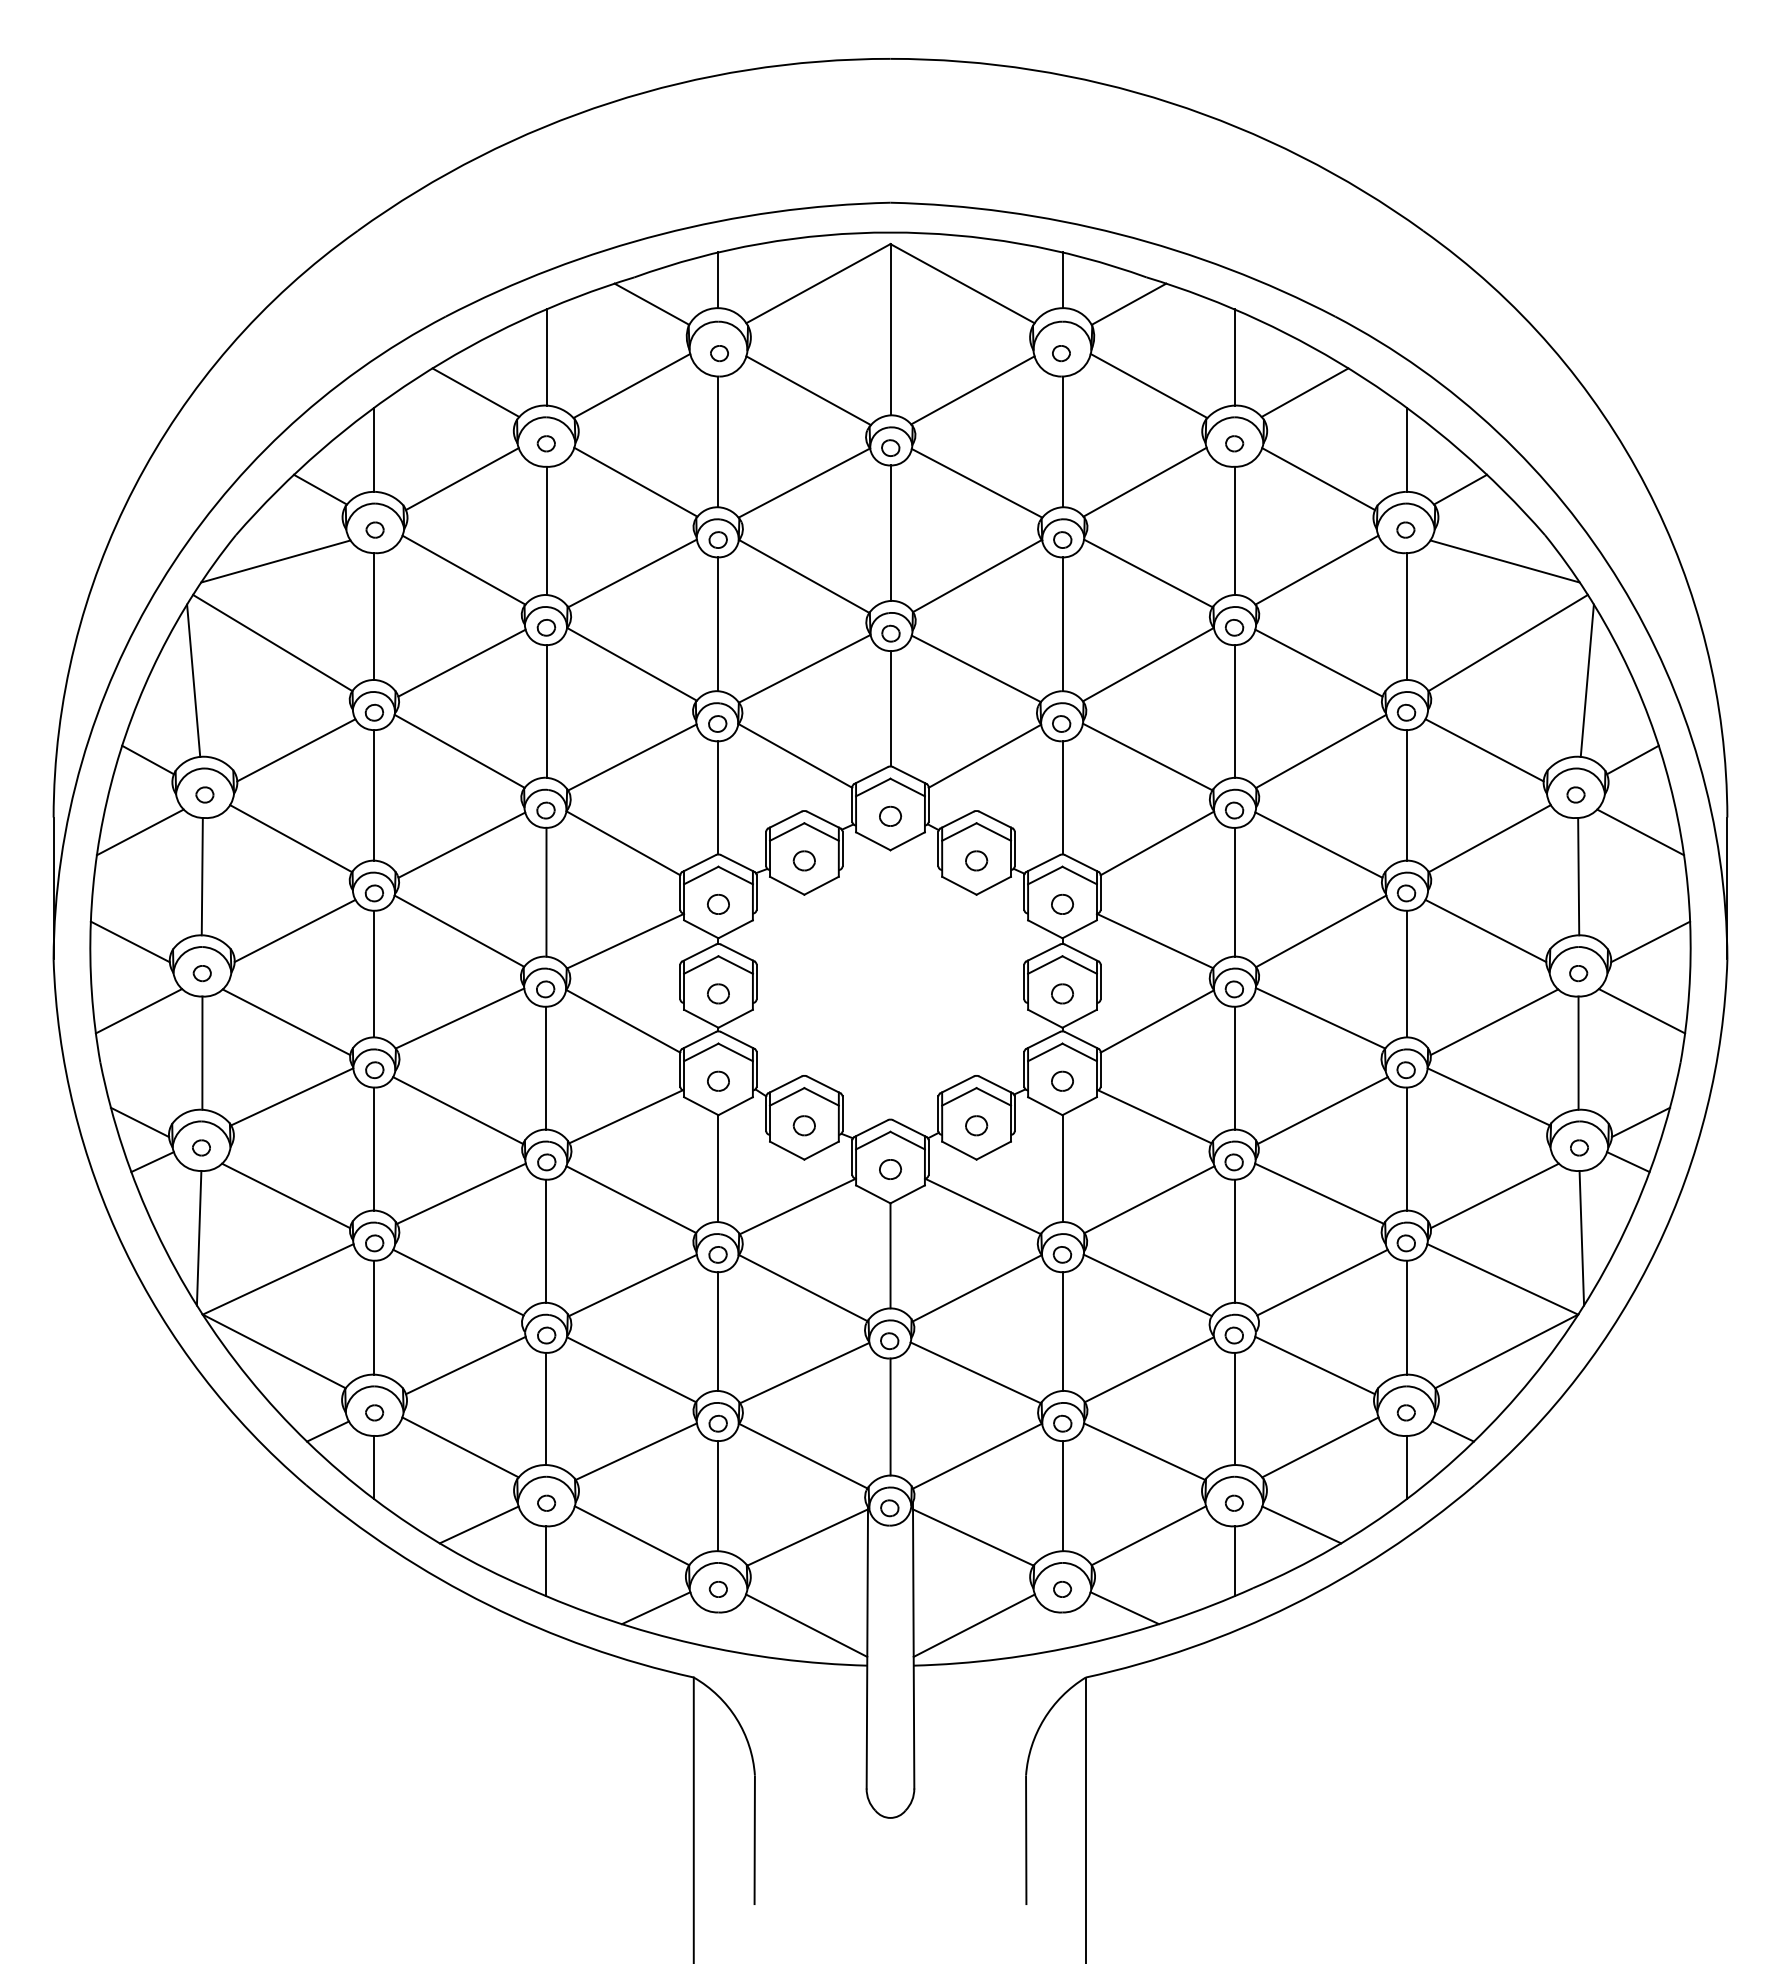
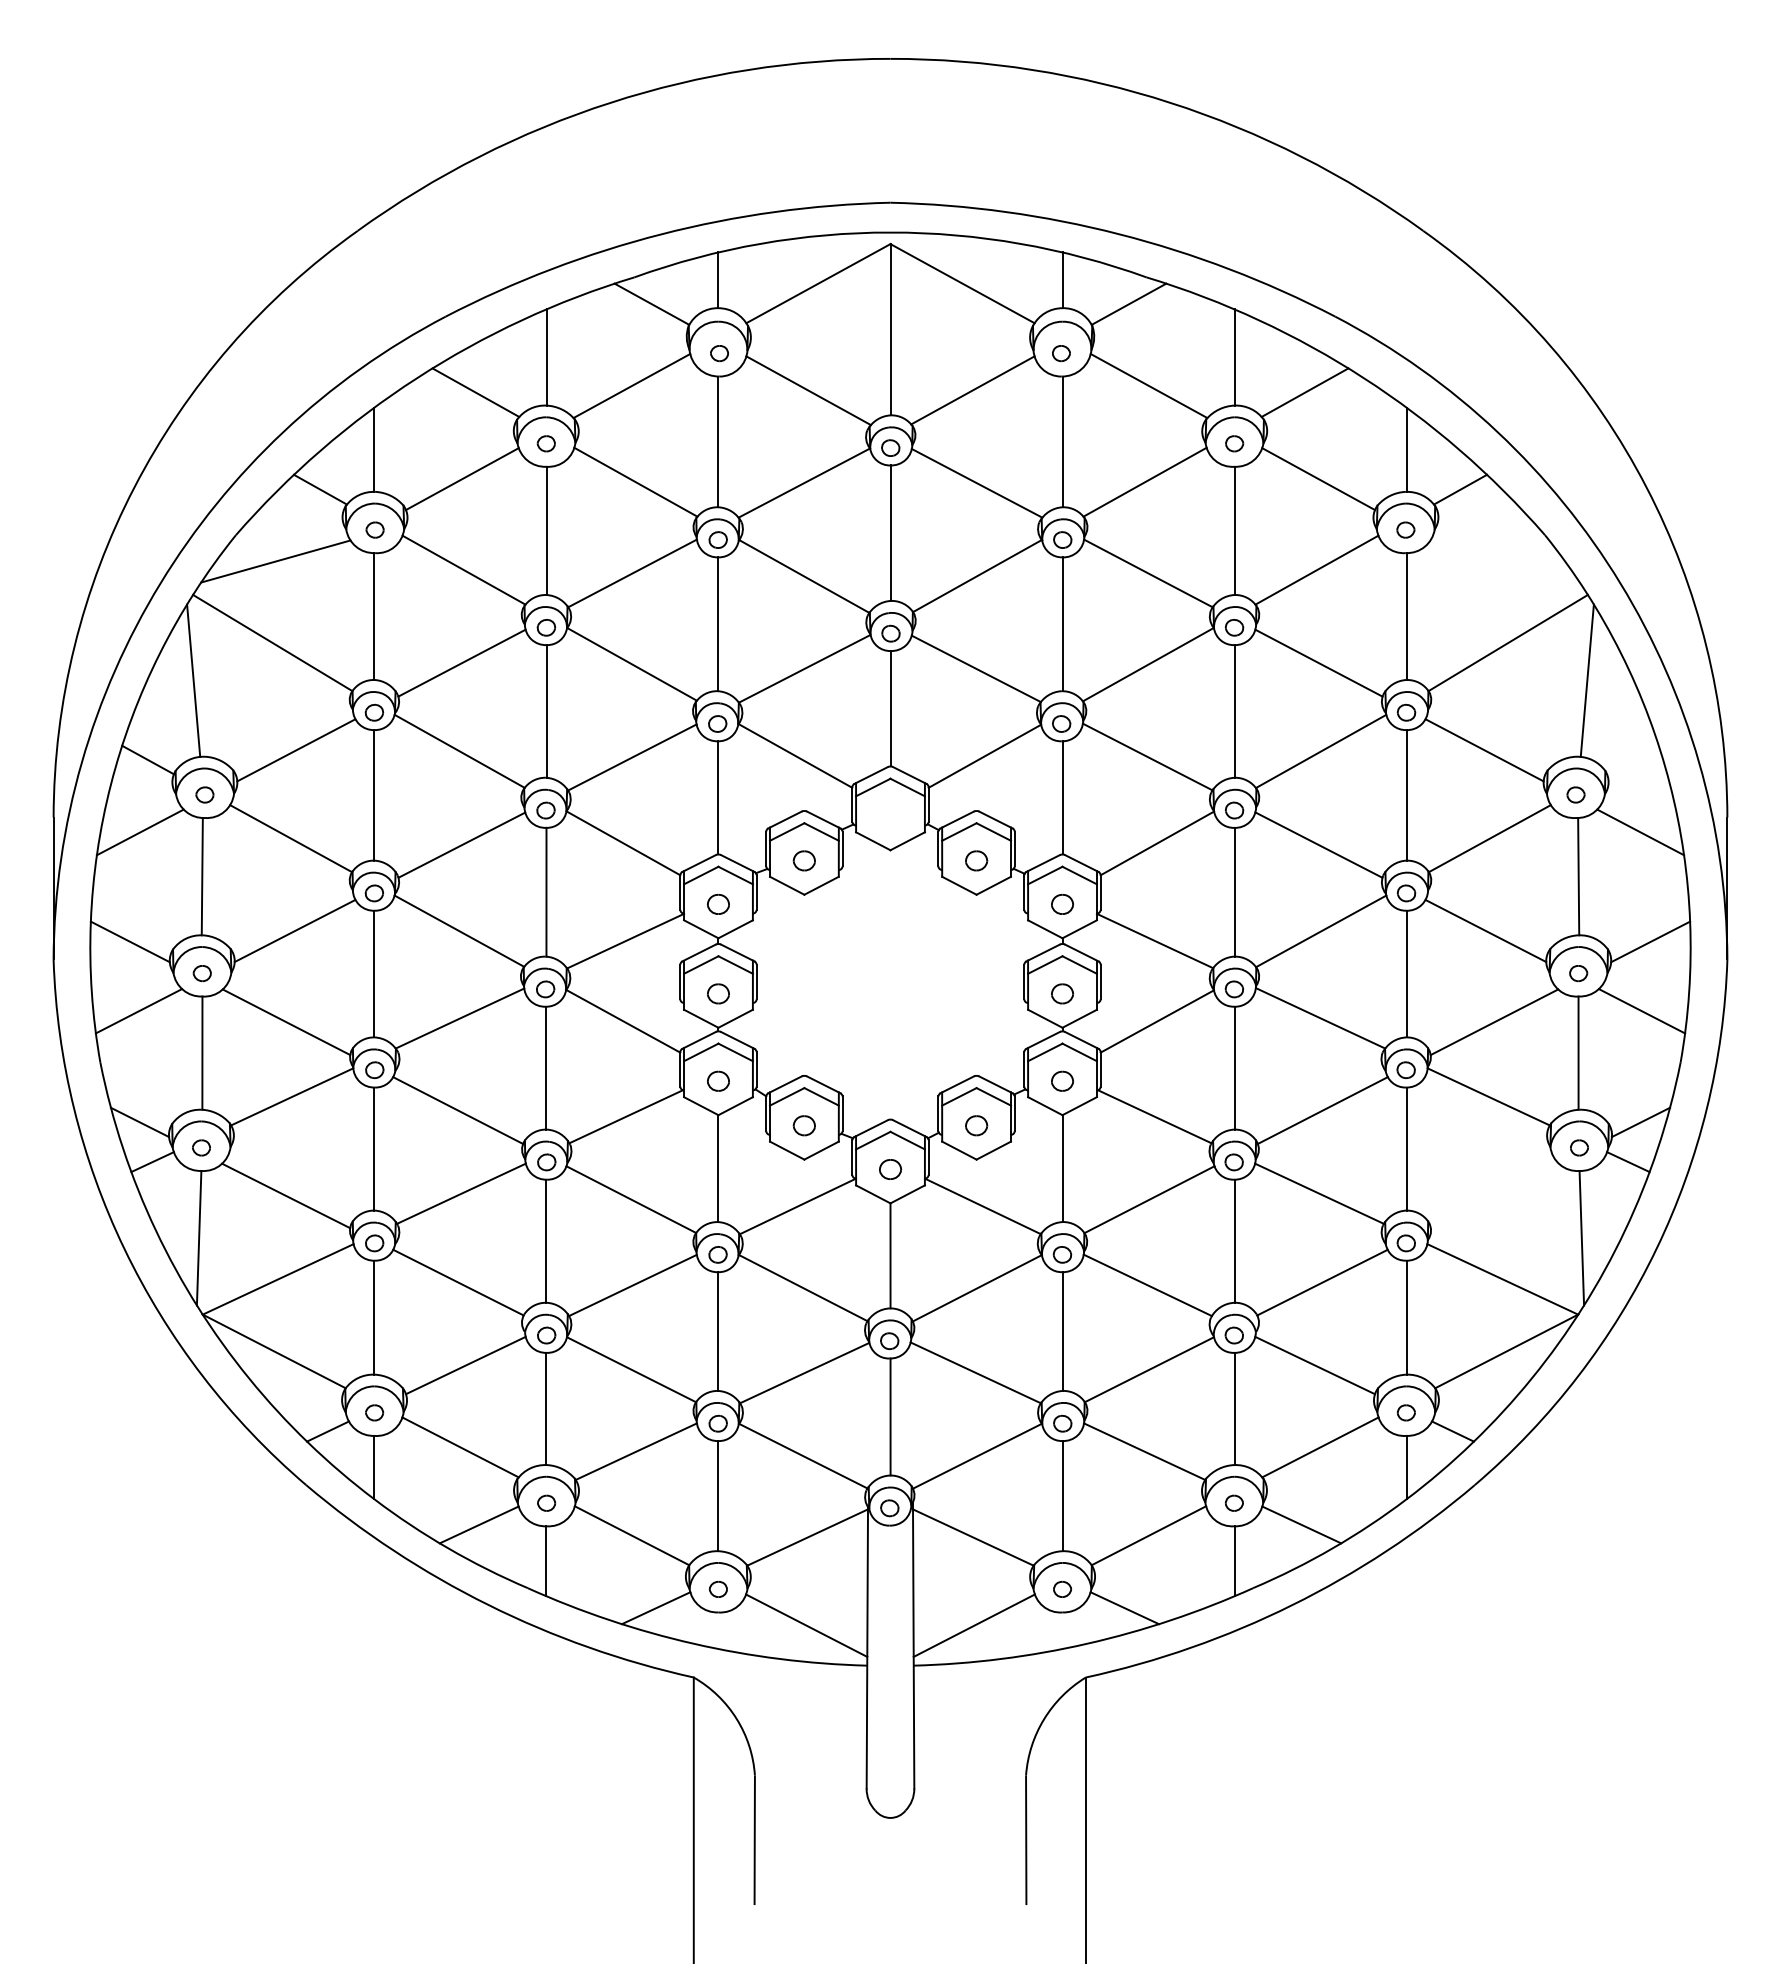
line at (1504, 561): present -> none
line at (1632, 759): present -> none
part at (890, 816): present -> none
line at (1494, 1195): present -> none
